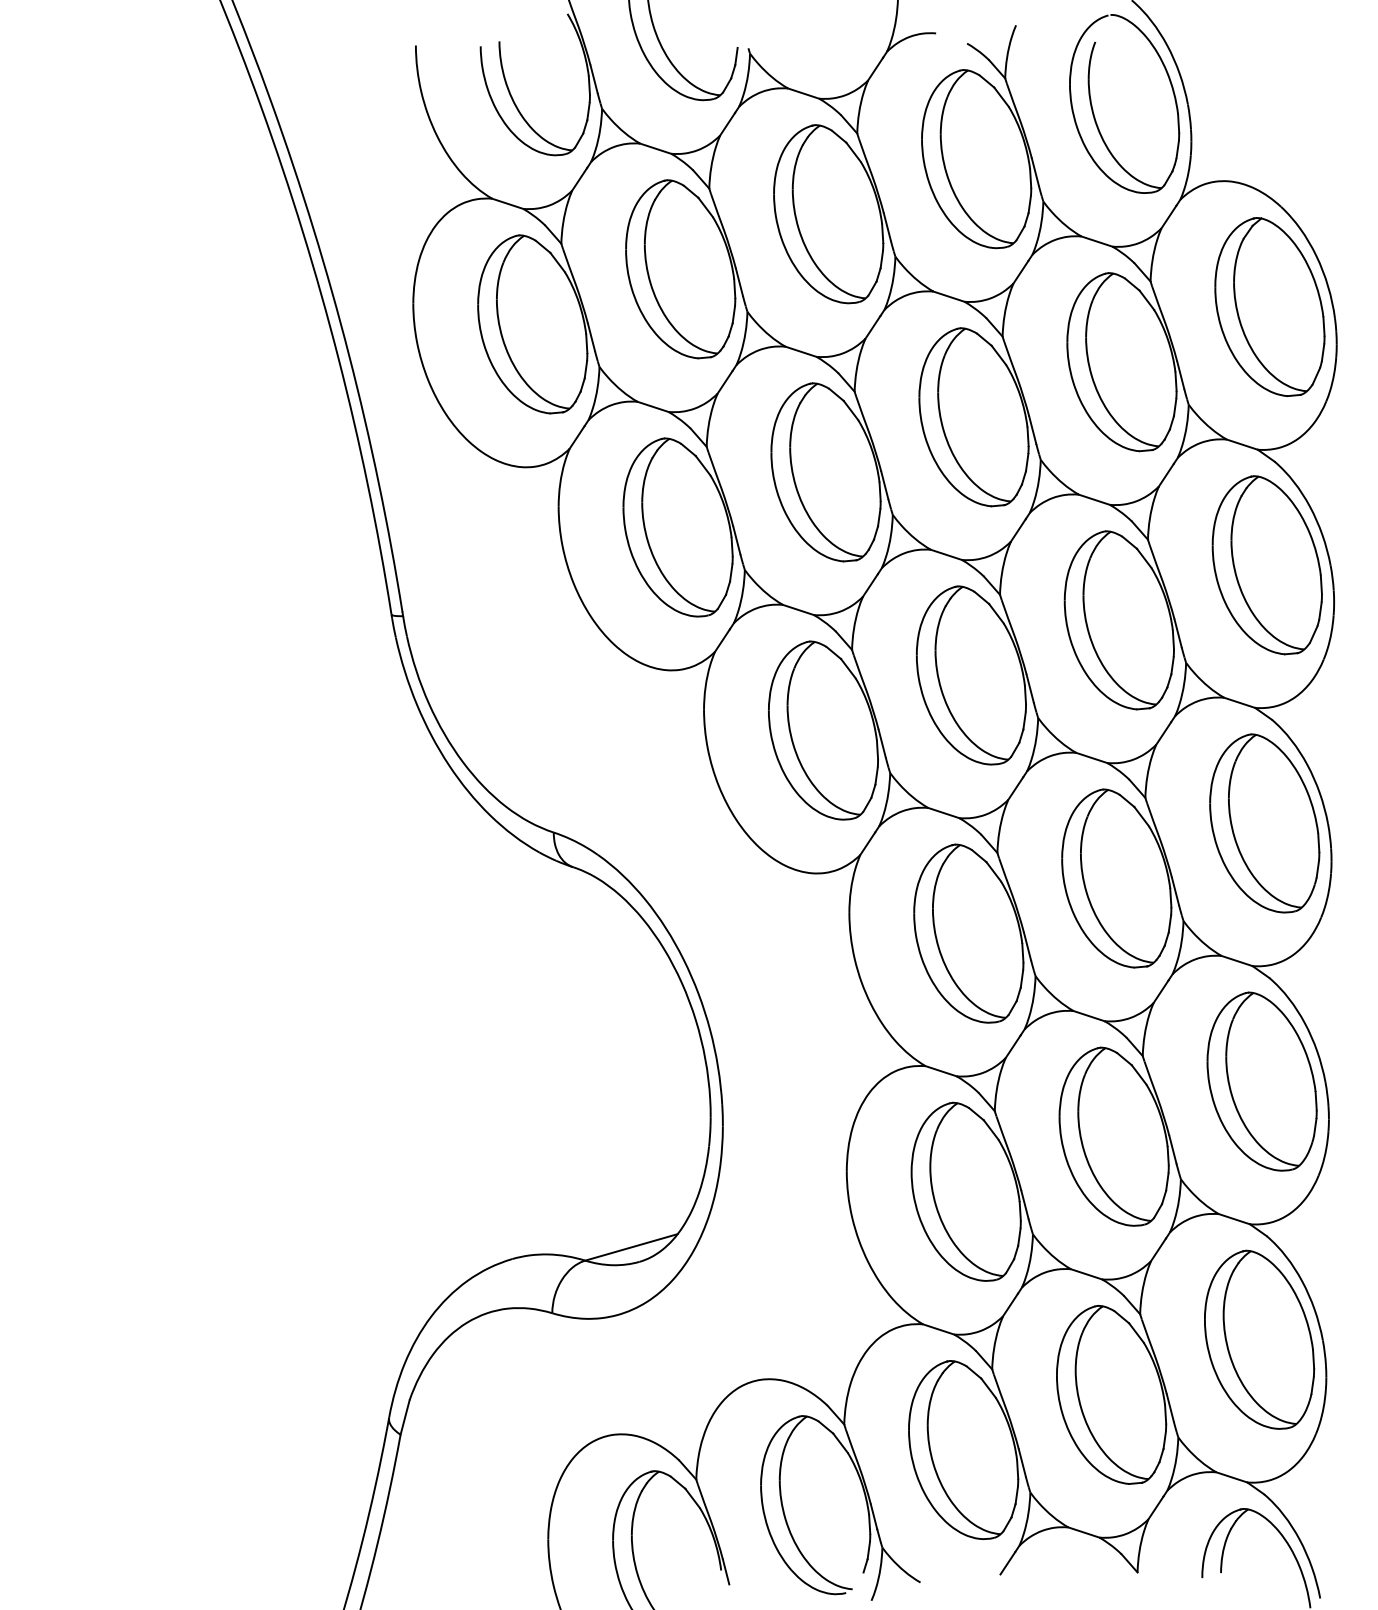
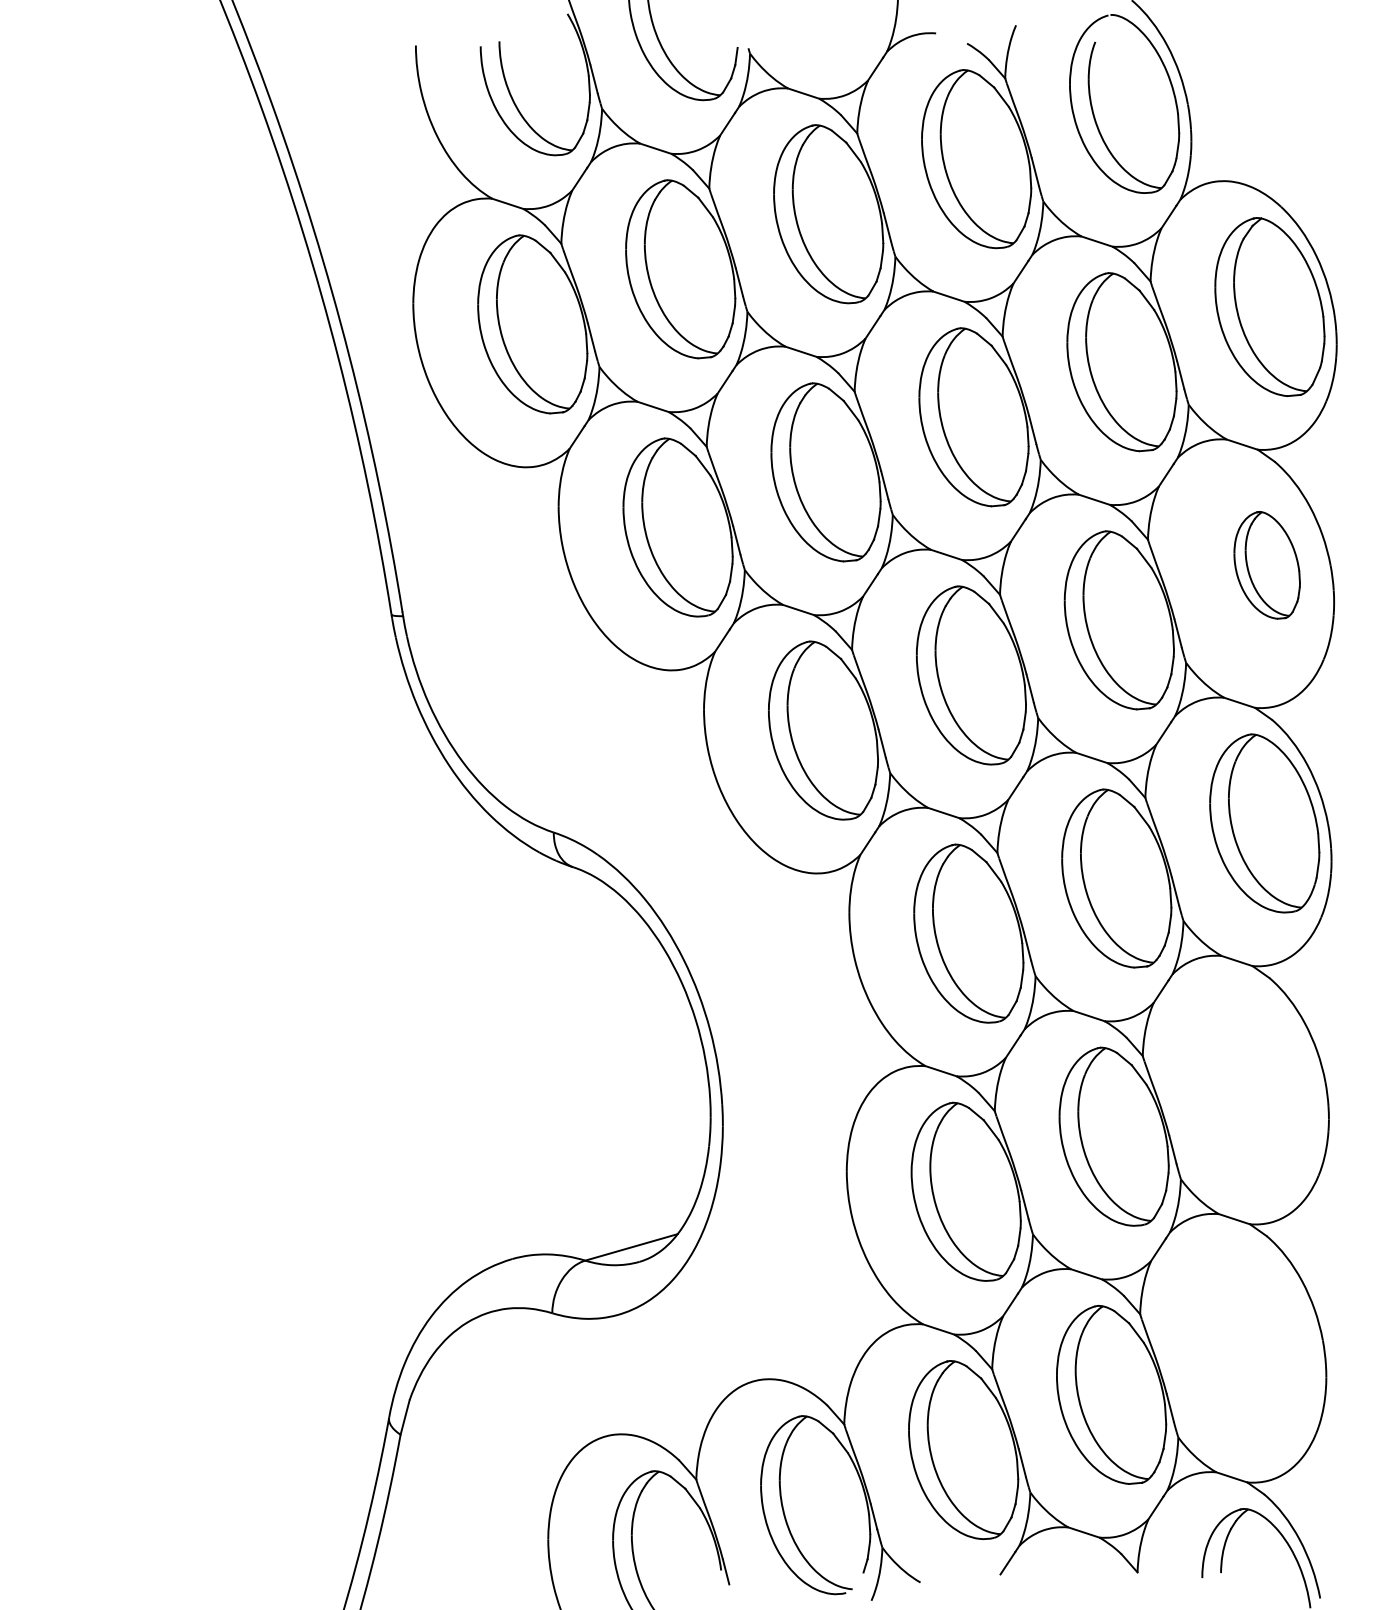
part at (1266, 565) size: 112x181 px -> 68x109 px
part at (1261, 1081): present -> none
part at (1259, 1339): present -> none
